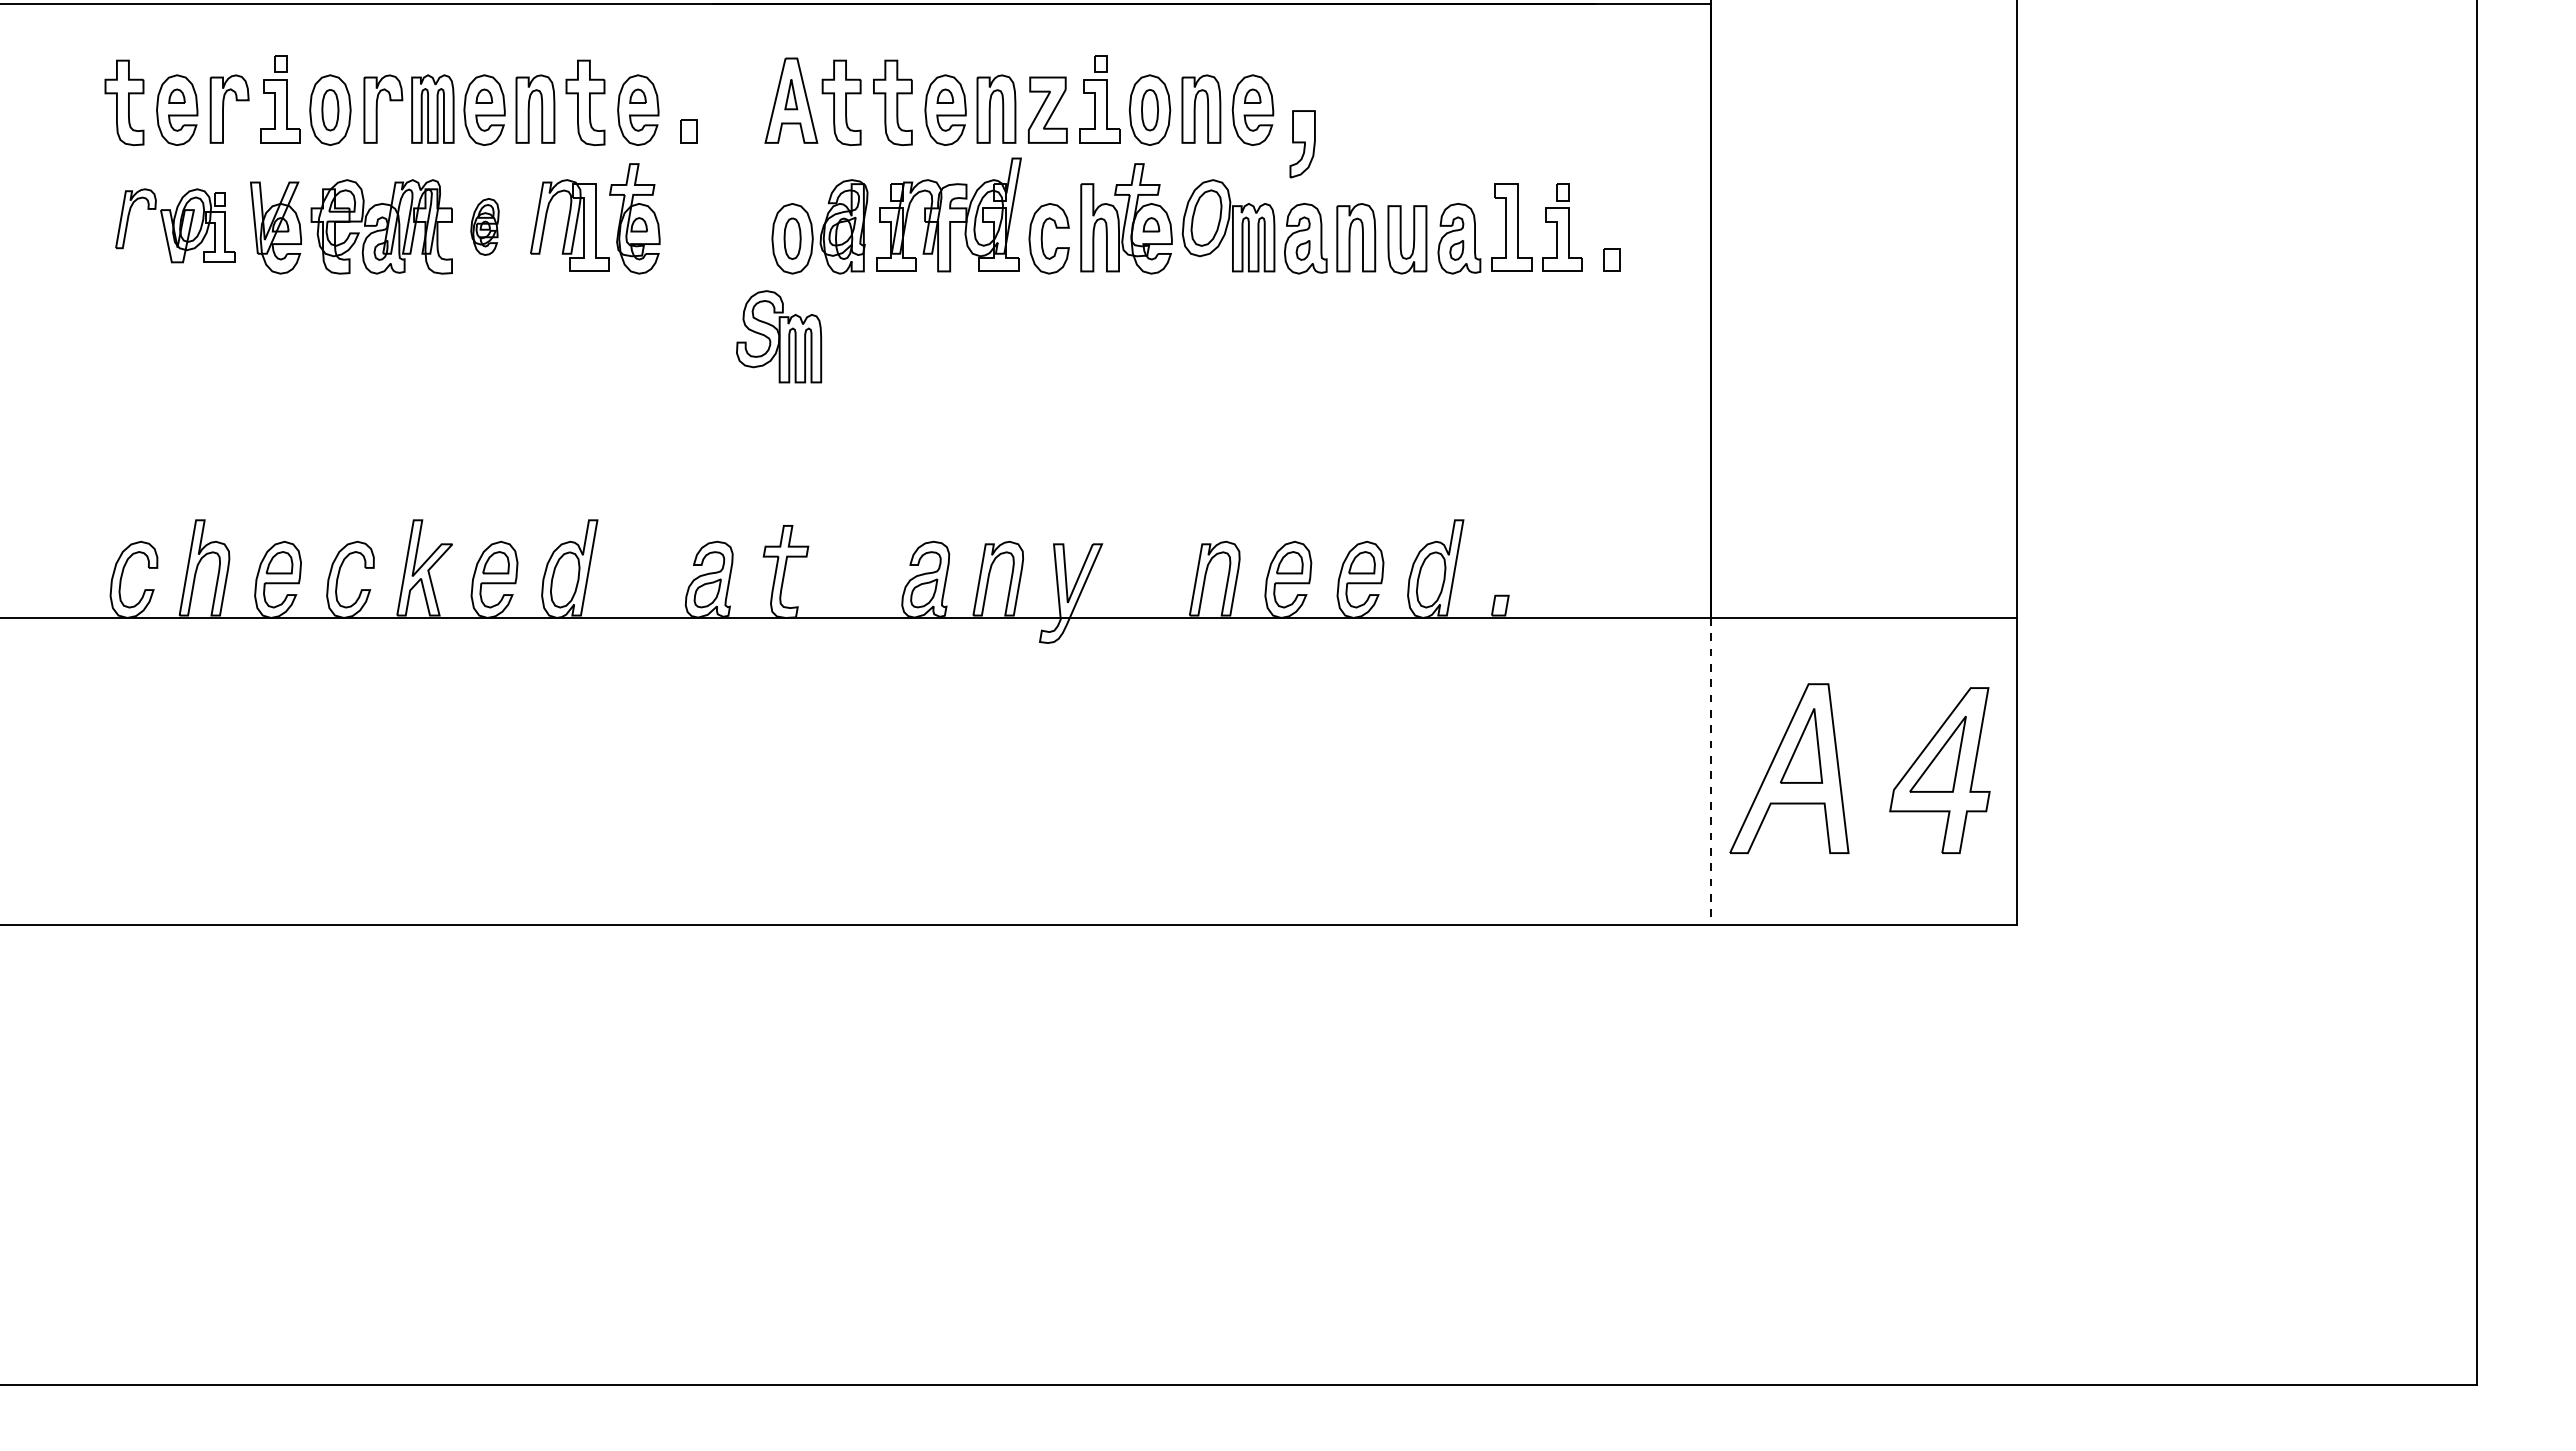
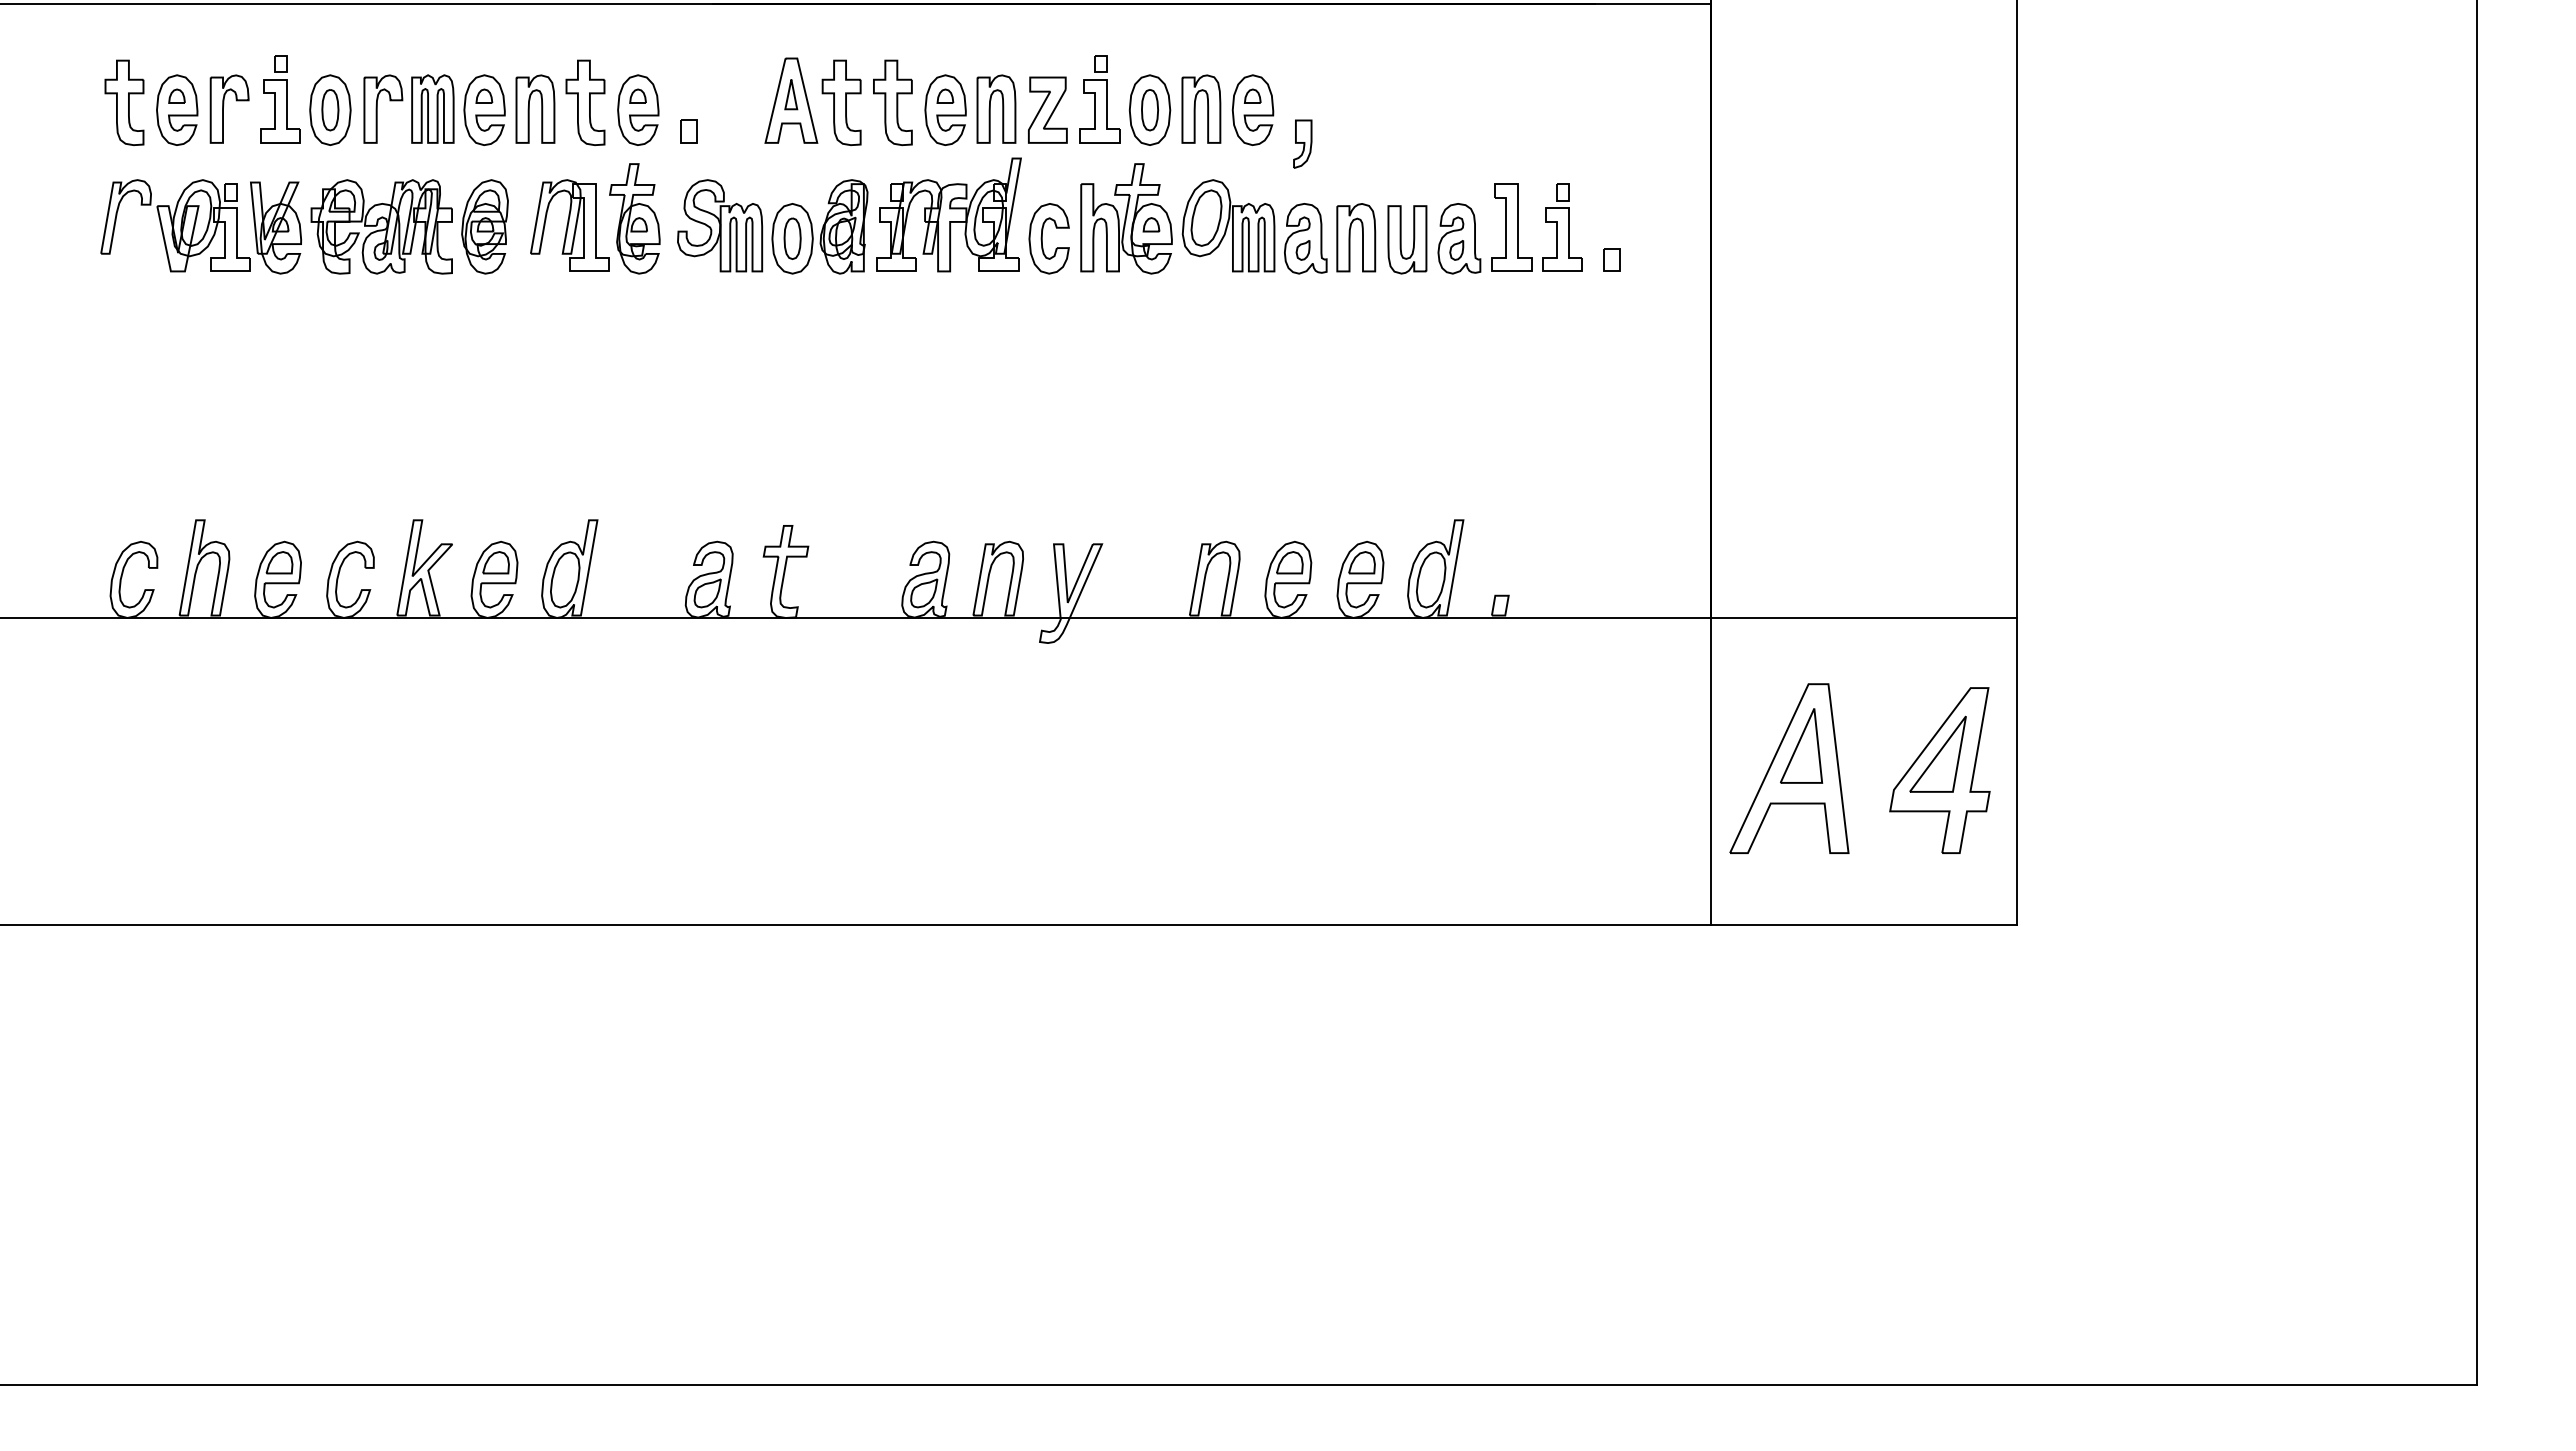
part at (1302, 144) size: 27x69 px -> 20x50 px
part at (175, 225) size: 121x76 px -> 151x94 px
part at (484, 226) size: 30x58 px -> 48x96 px
part at (779, 336) position: (779, 336) -> (720, 225)
line at (1710, 771): dashed -> solid
